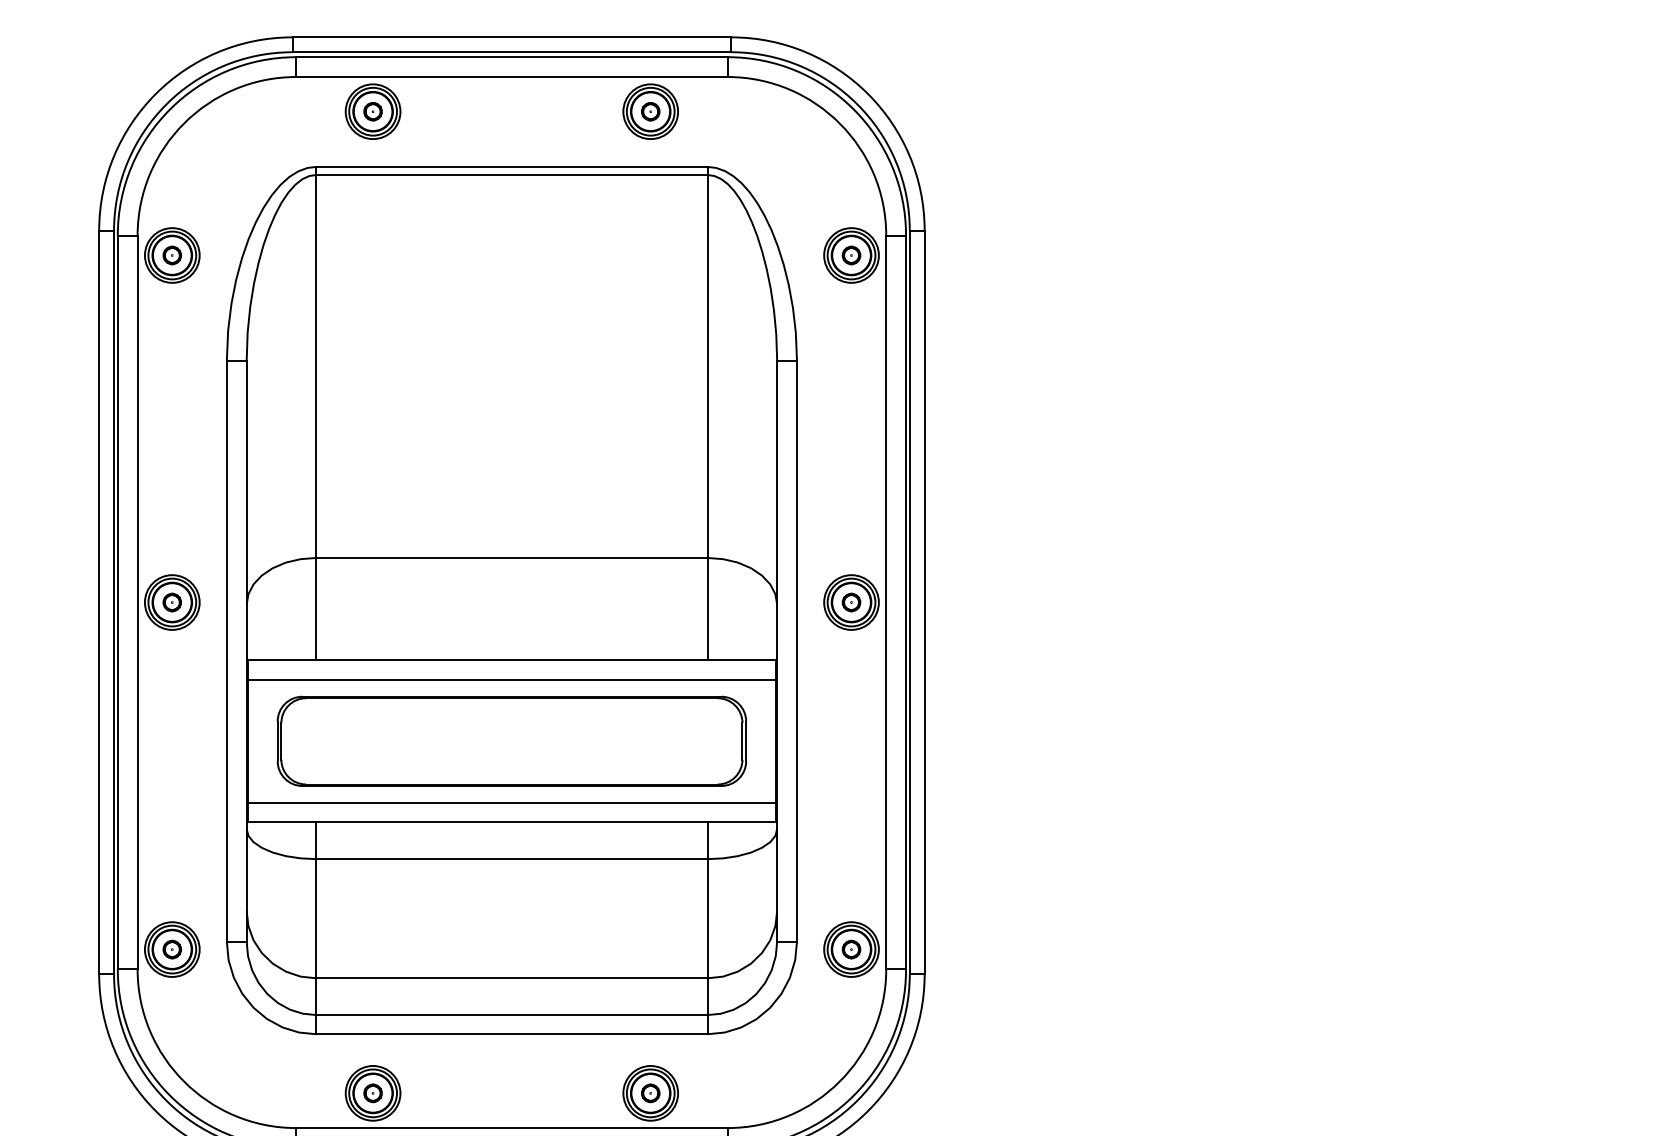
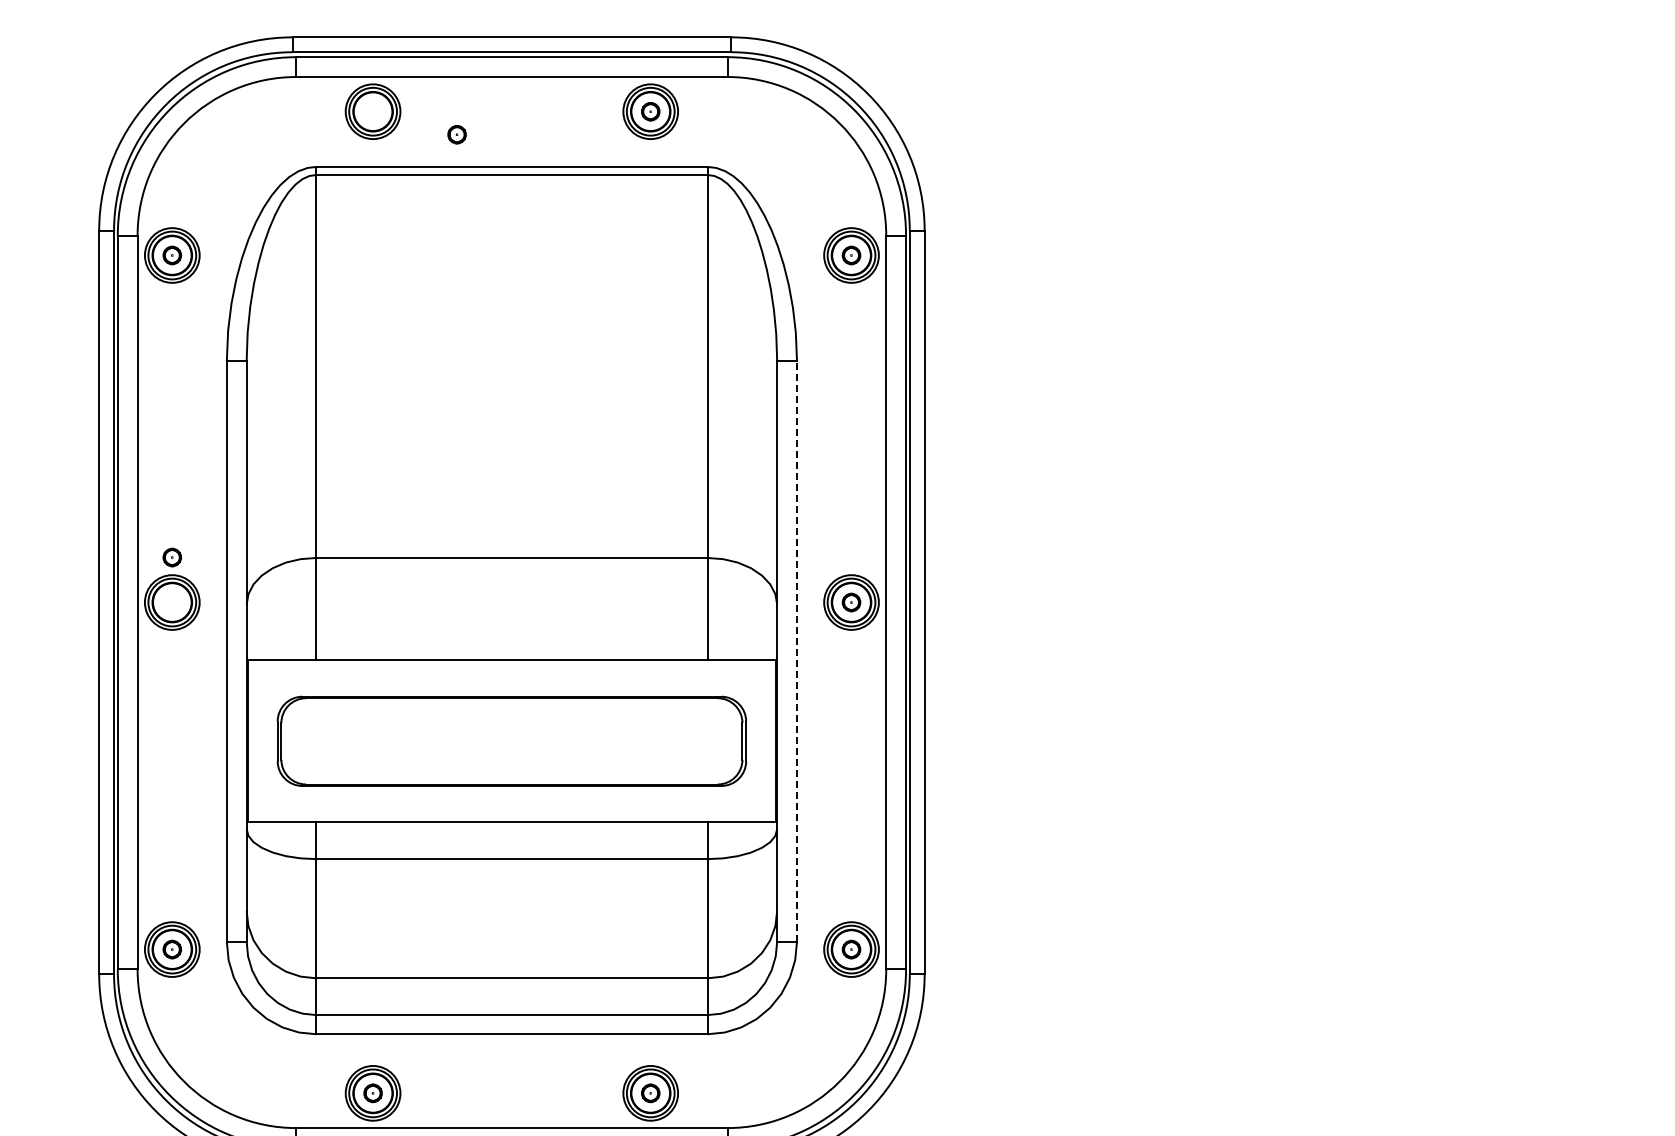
part at (372, 111) position: (372, 111) -> (456, 134)
part at (171, 602) position: (171, 602) -> (171, 557)
line at (797, 650): solid -> dashed
line at (511, 680): present -> none
line at (511, 802): present -> none
